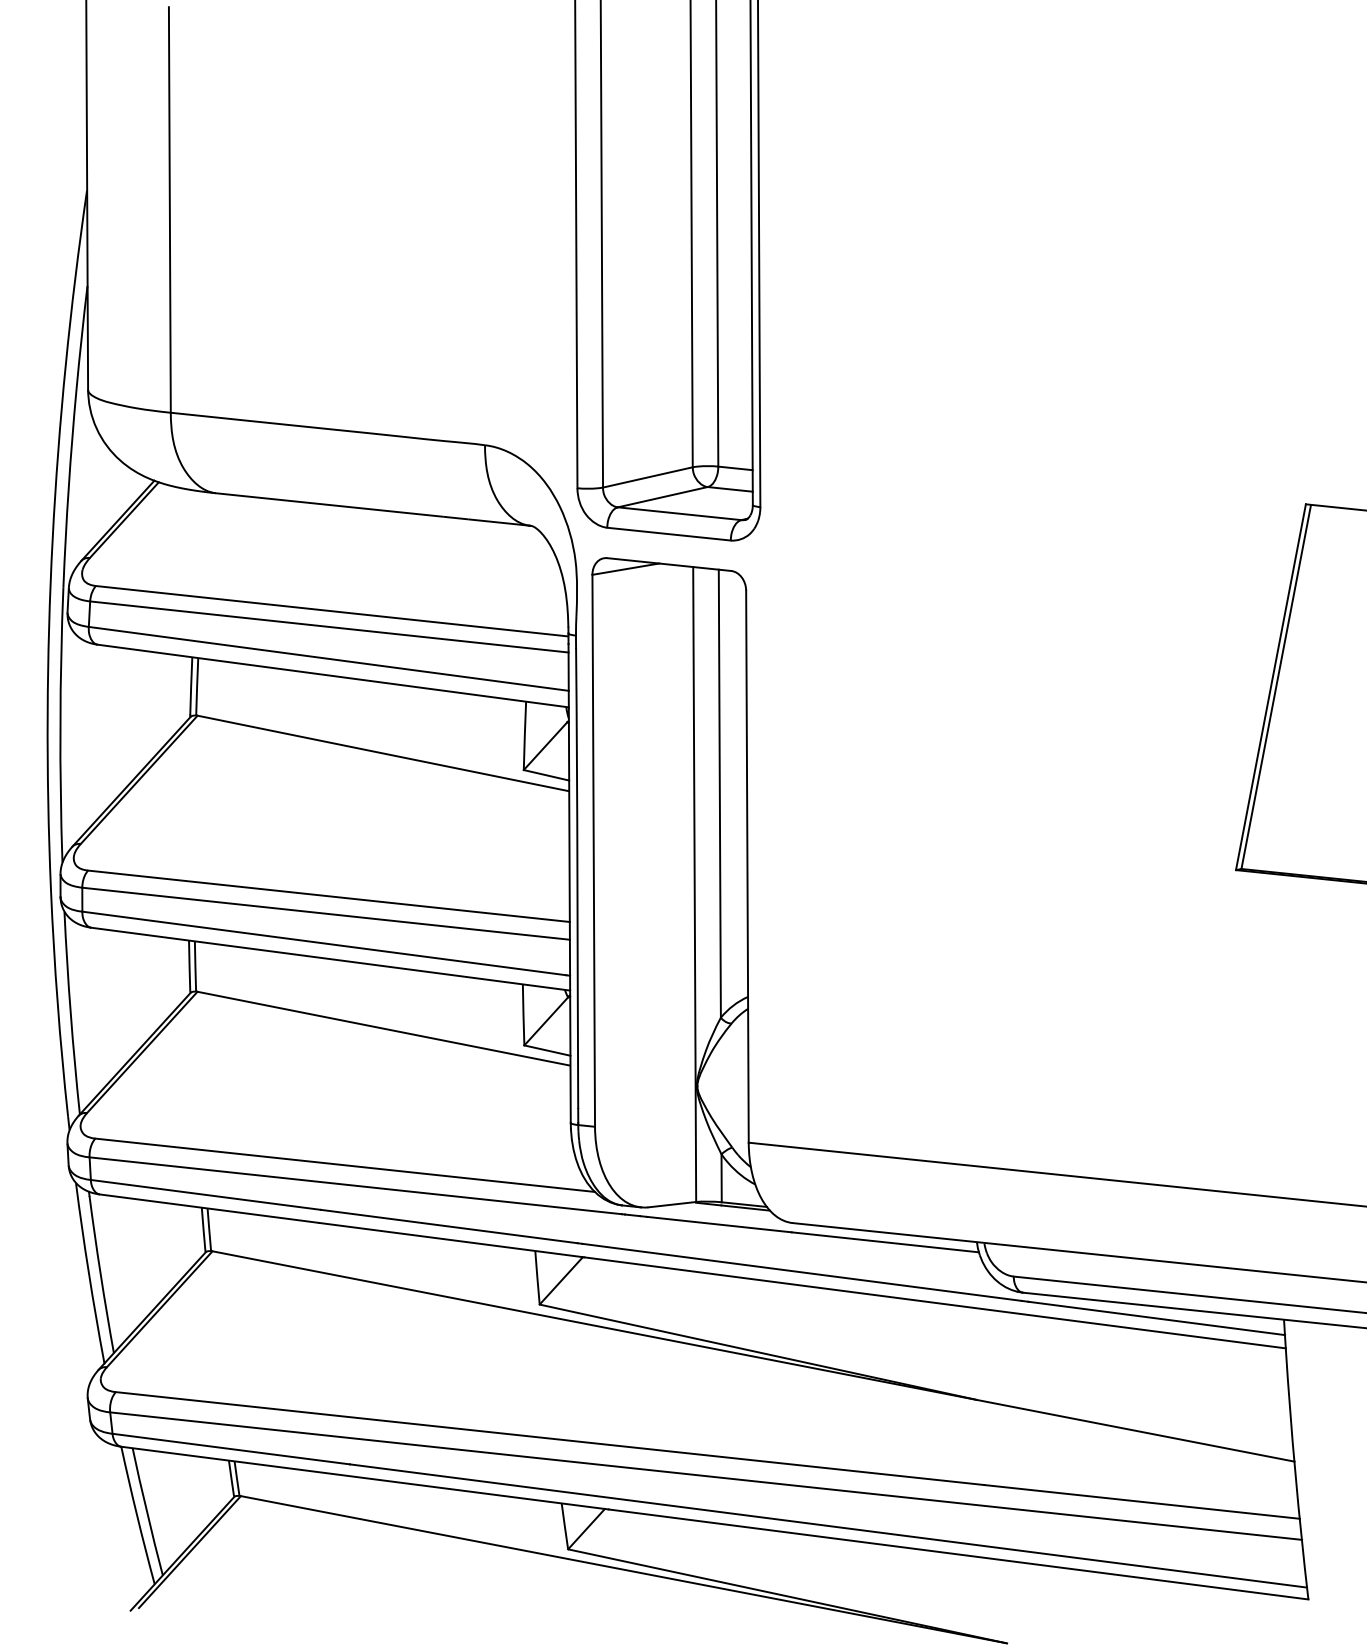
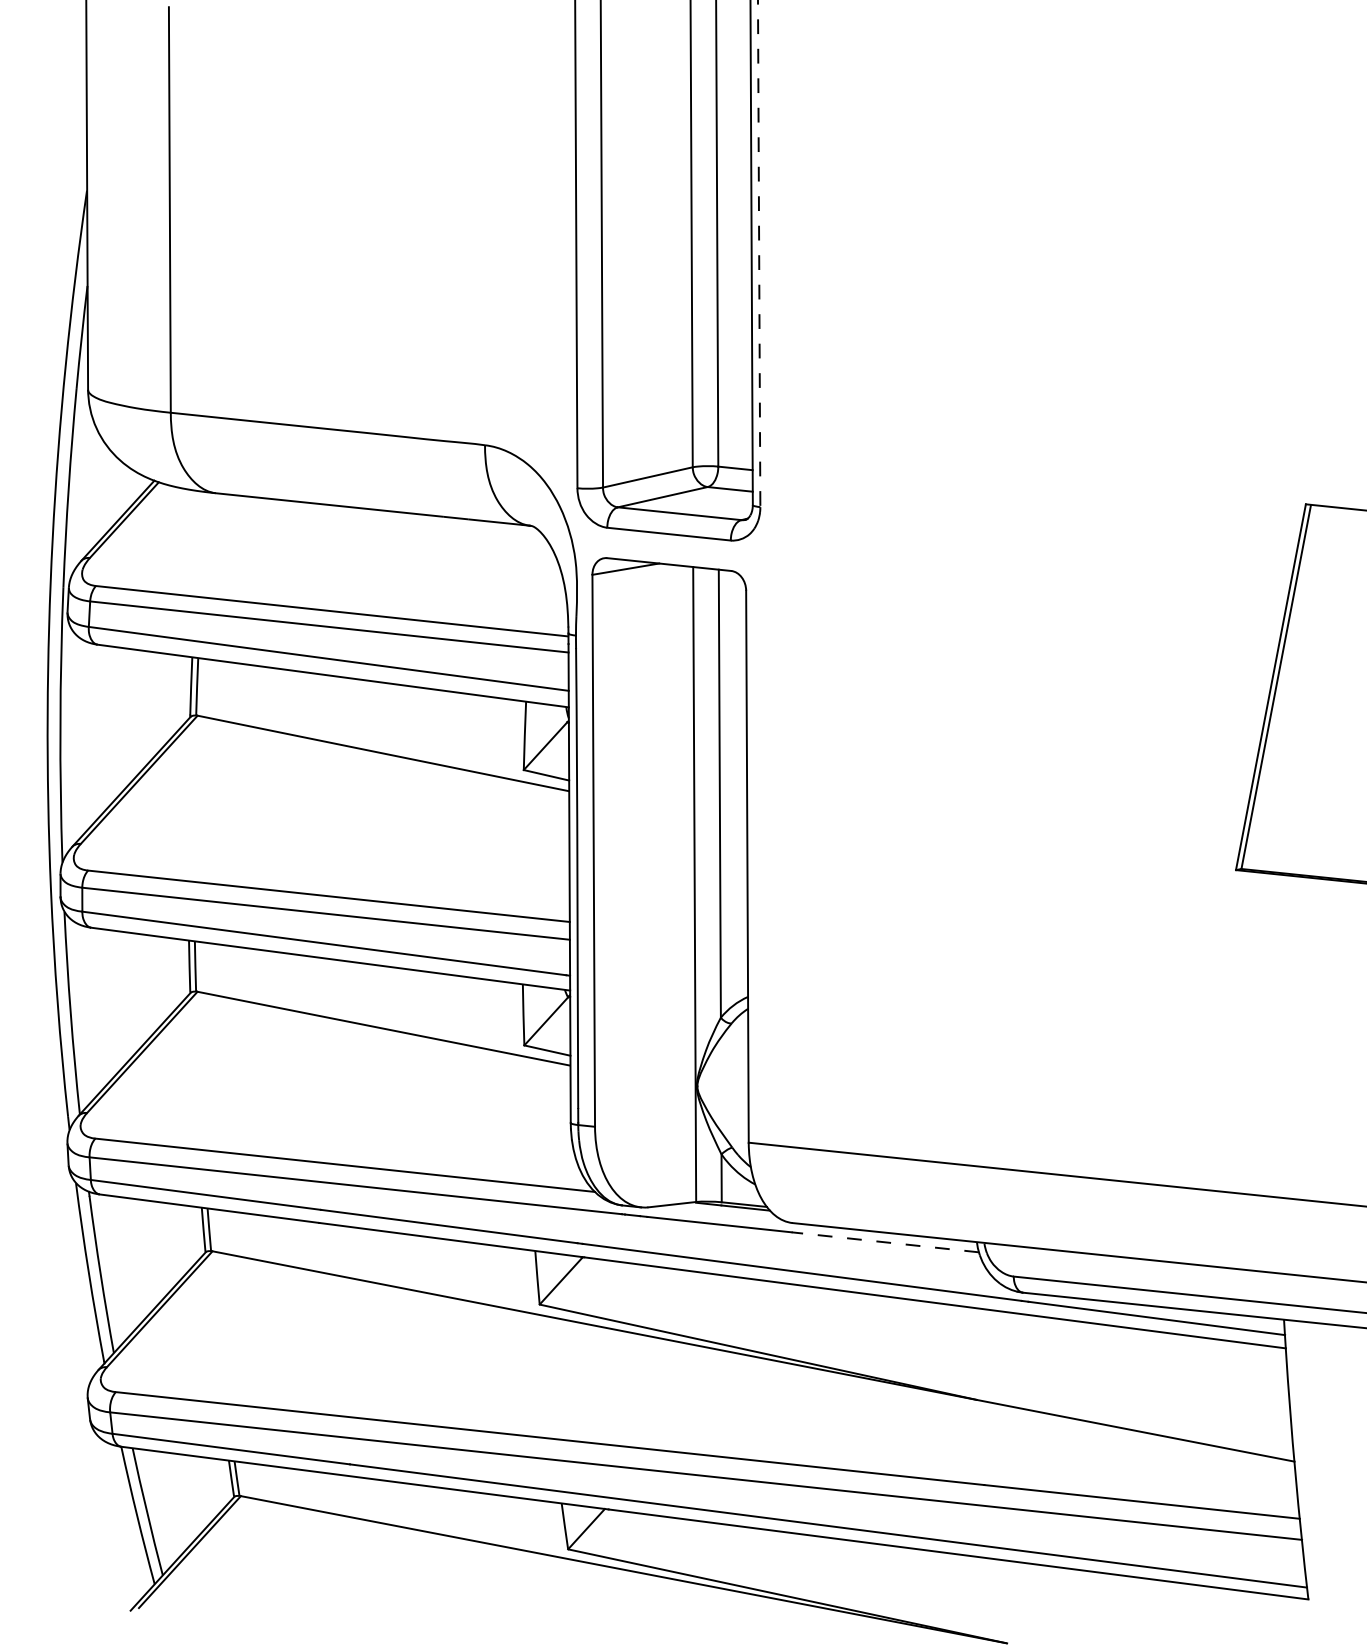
line at (759, 254): solid -> dashed
line at (884, 1242): solid -> dashed
